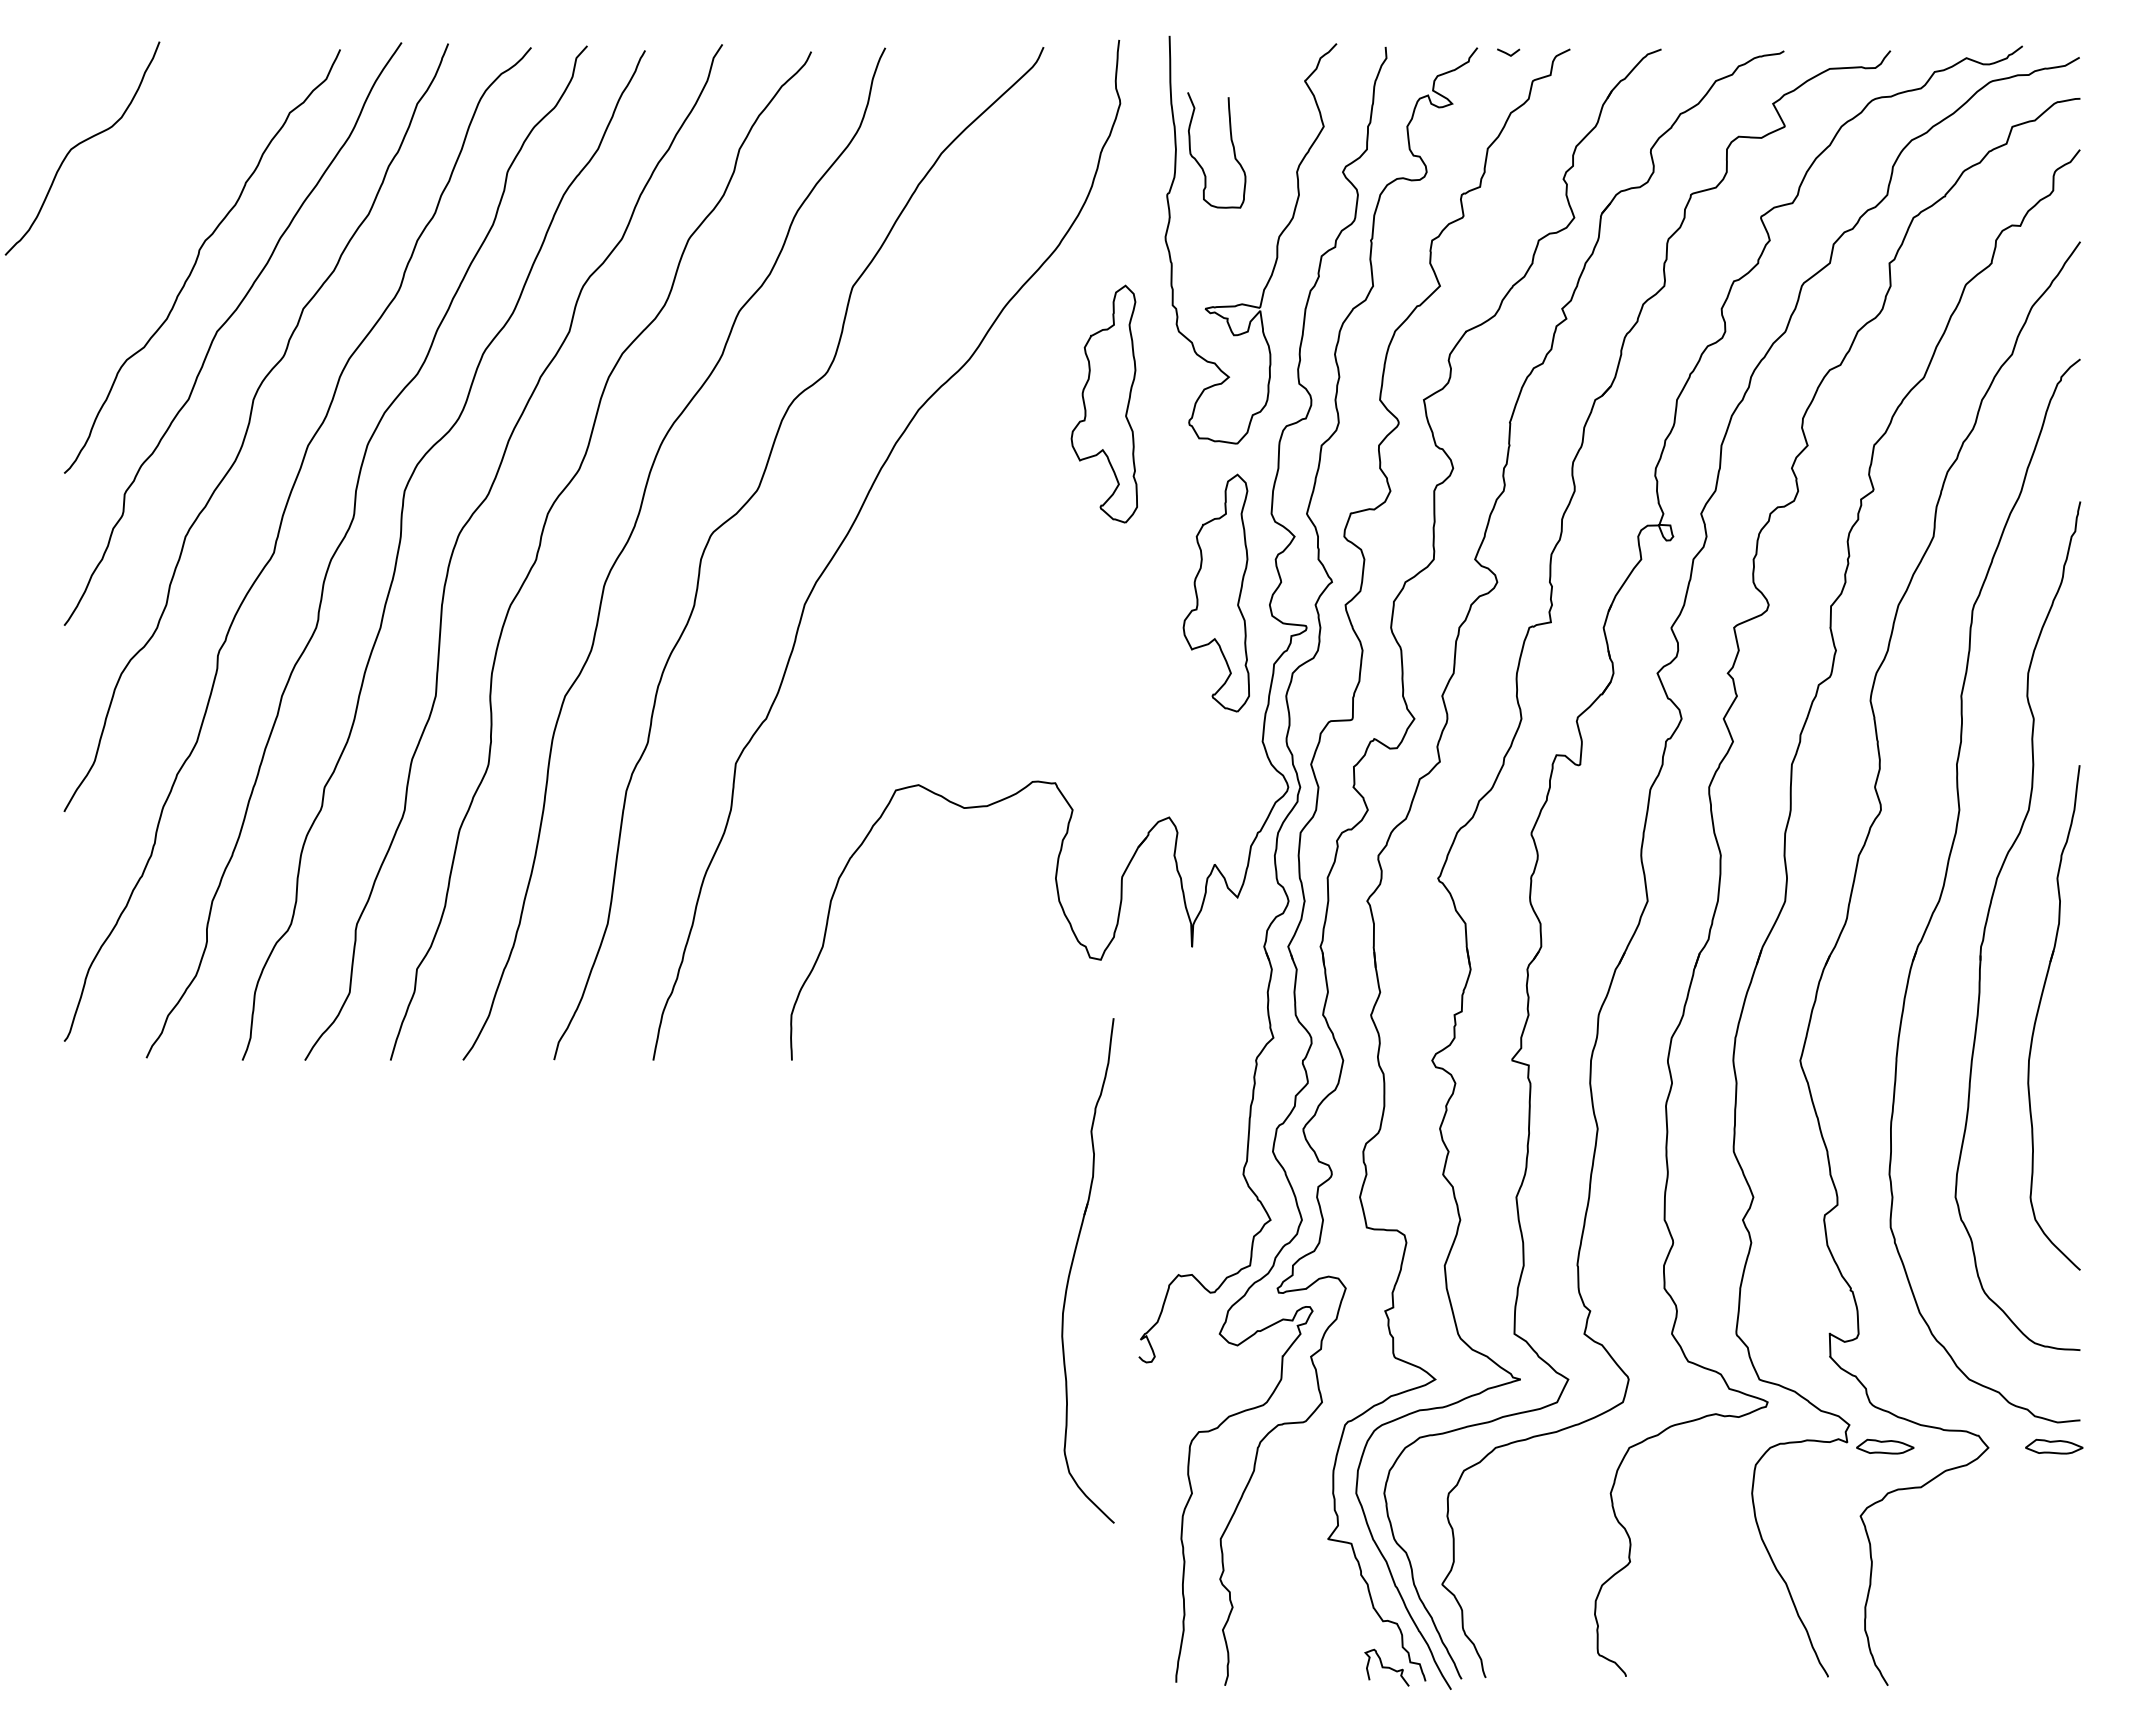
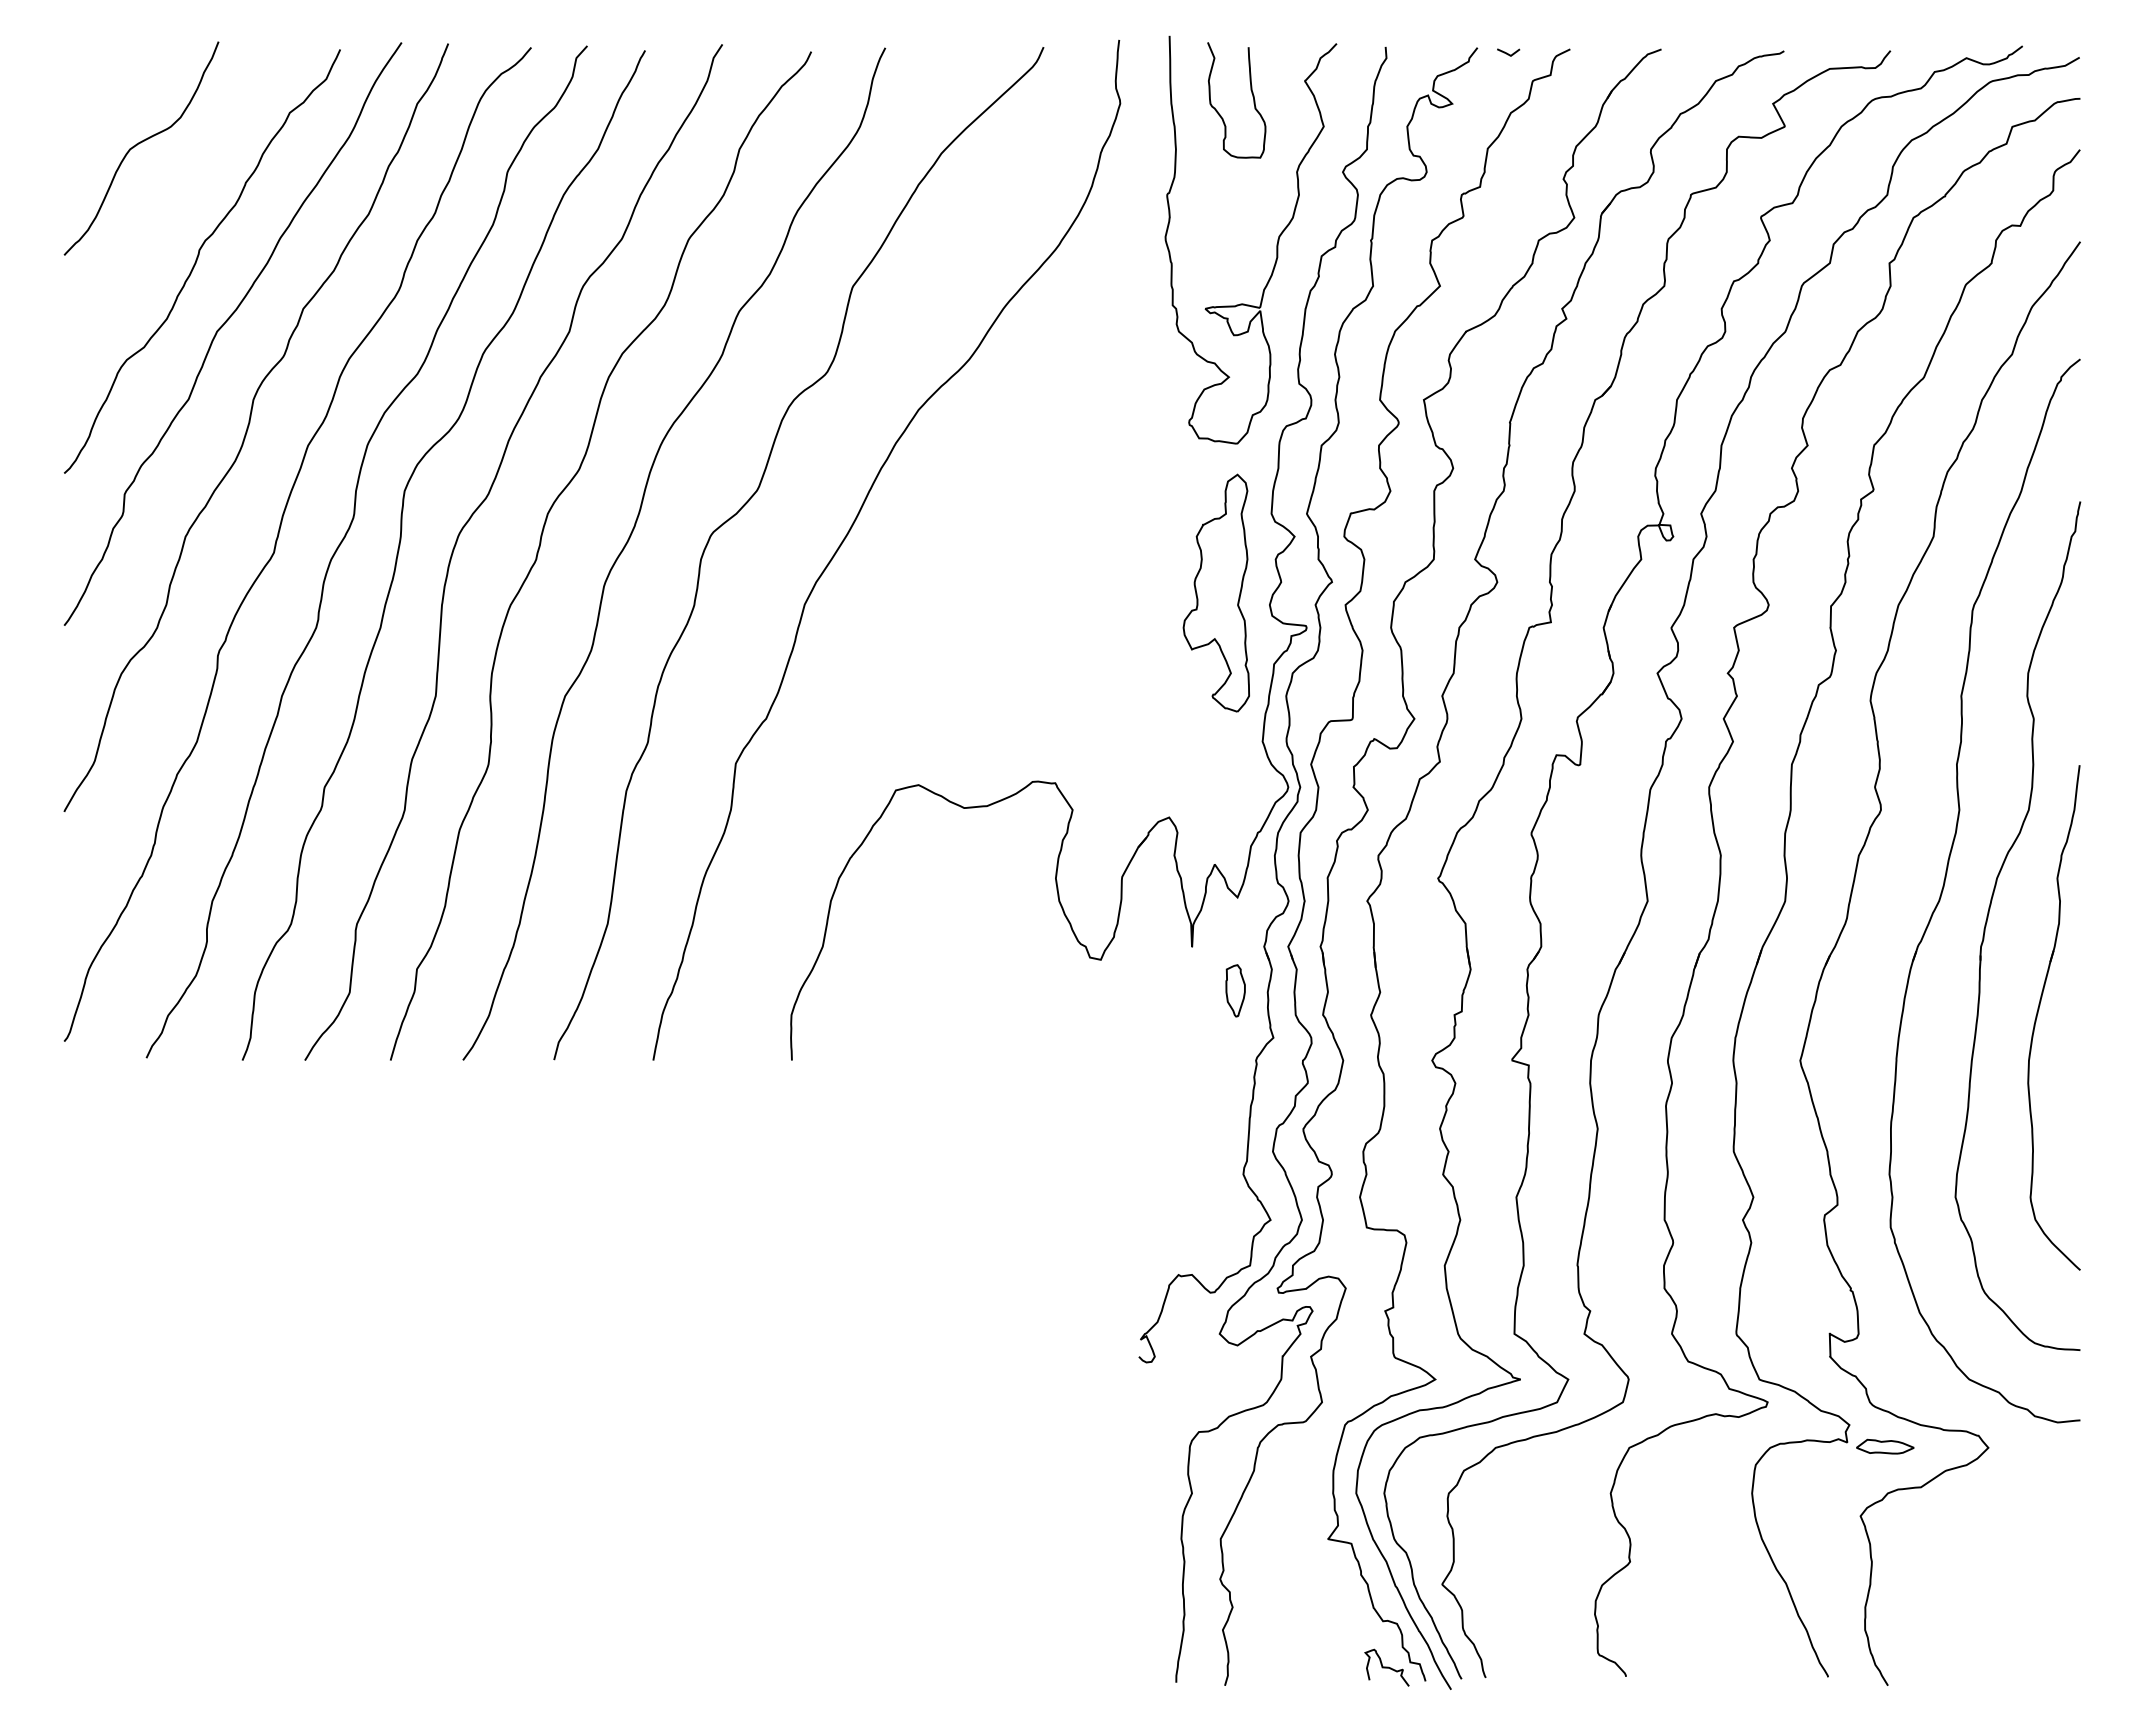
curve at (80, 144) position: (80, 144) -> (139, 144)
curve at (1232, 146) position: (1232, 146) -> (1252, 96)
part at (1103, 403): present -> none
part at (1235, 990): none -> present
part at (1072, 1266): present -> none
part at (2054, 1446): present -> none
